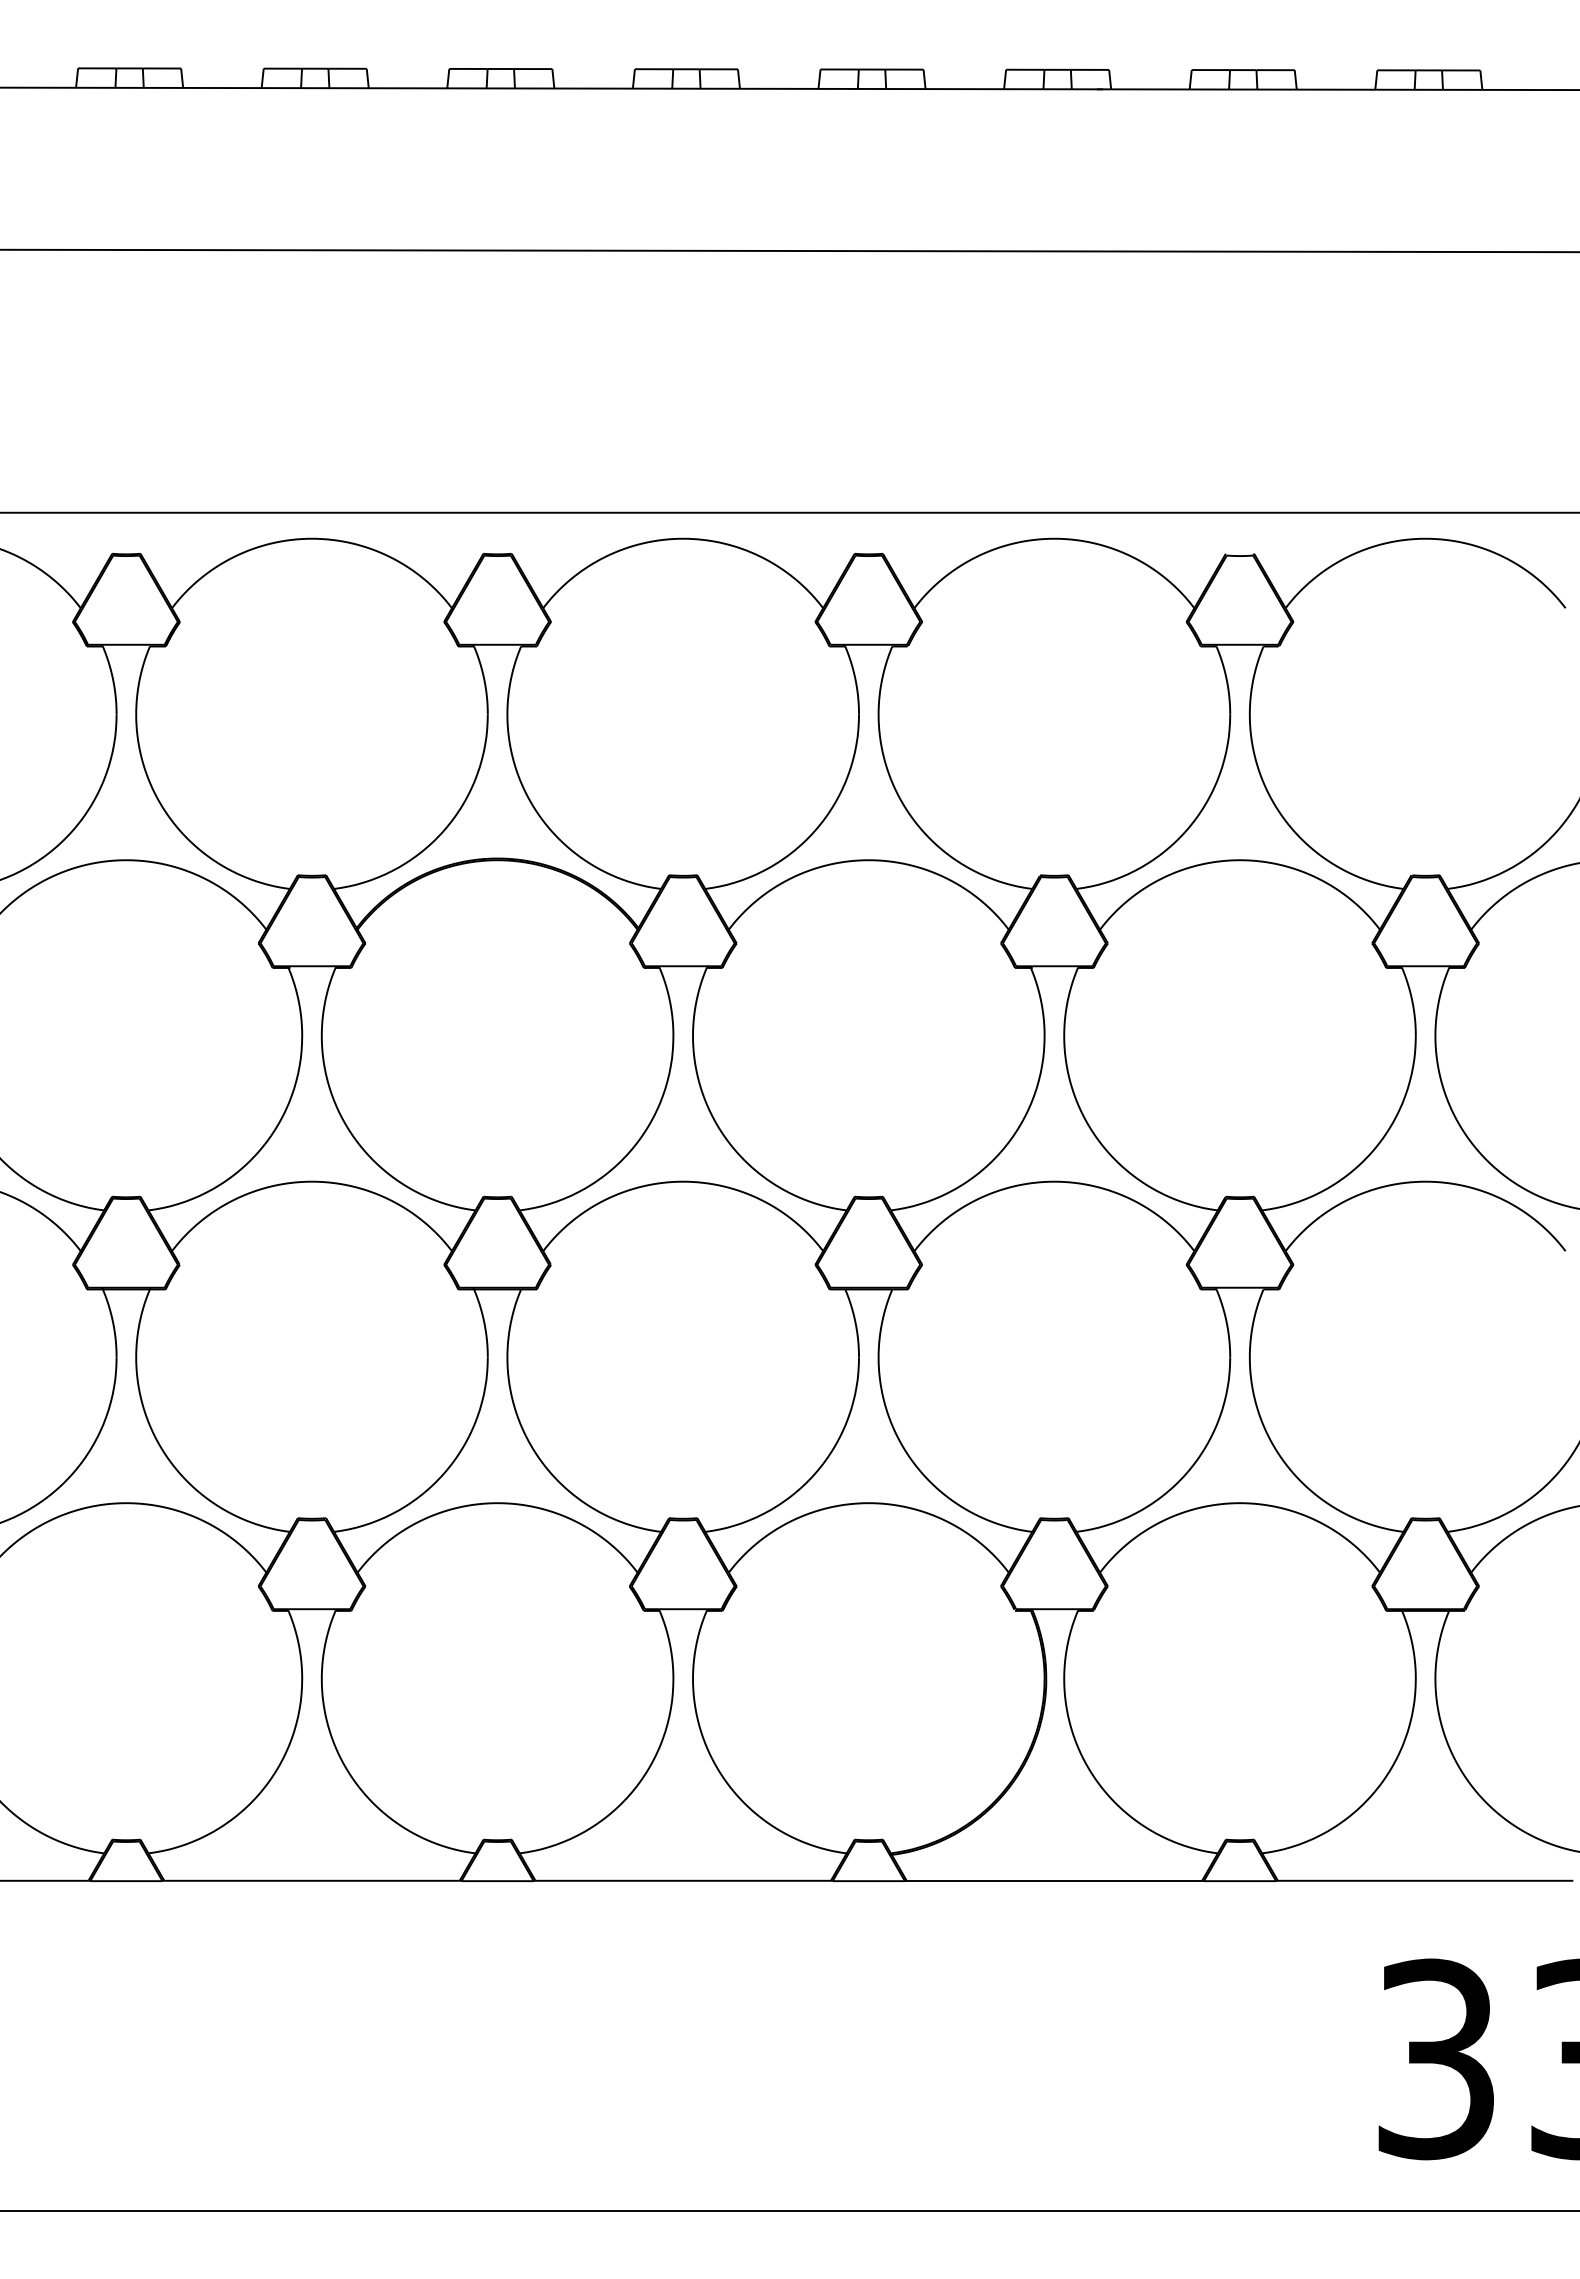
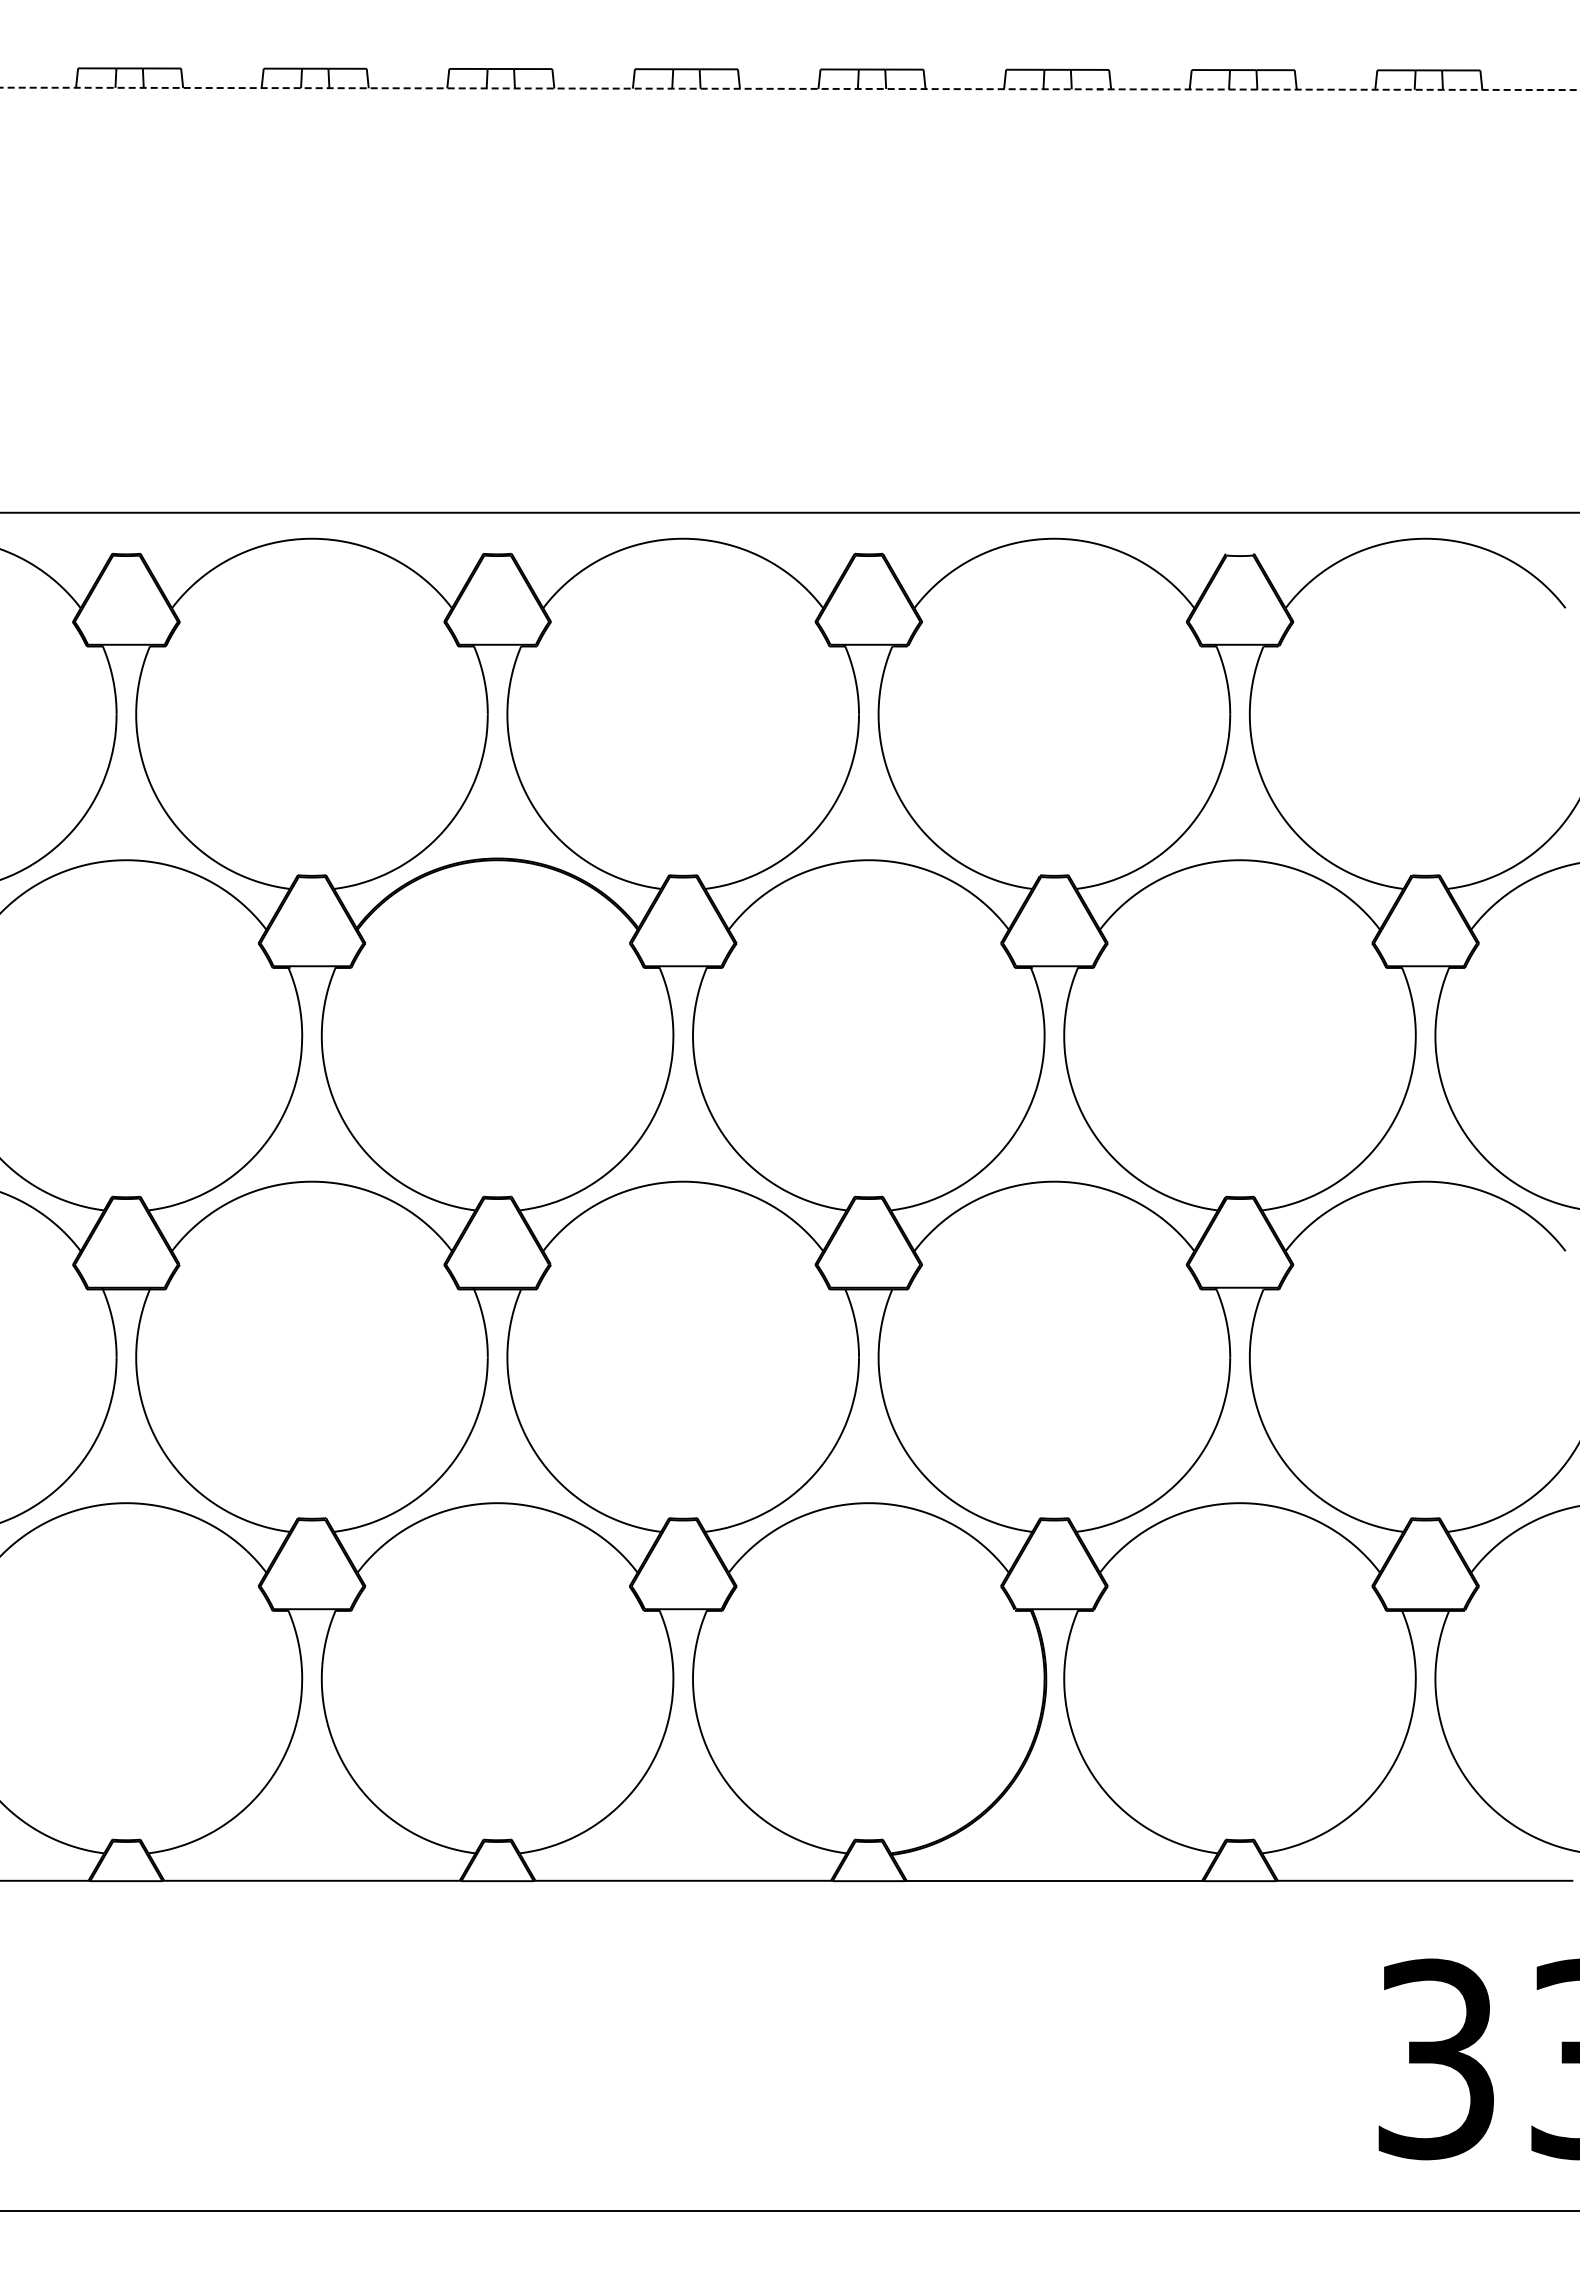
line at (789, 88): solid -> dashed
line at (789, 250): present -> none
